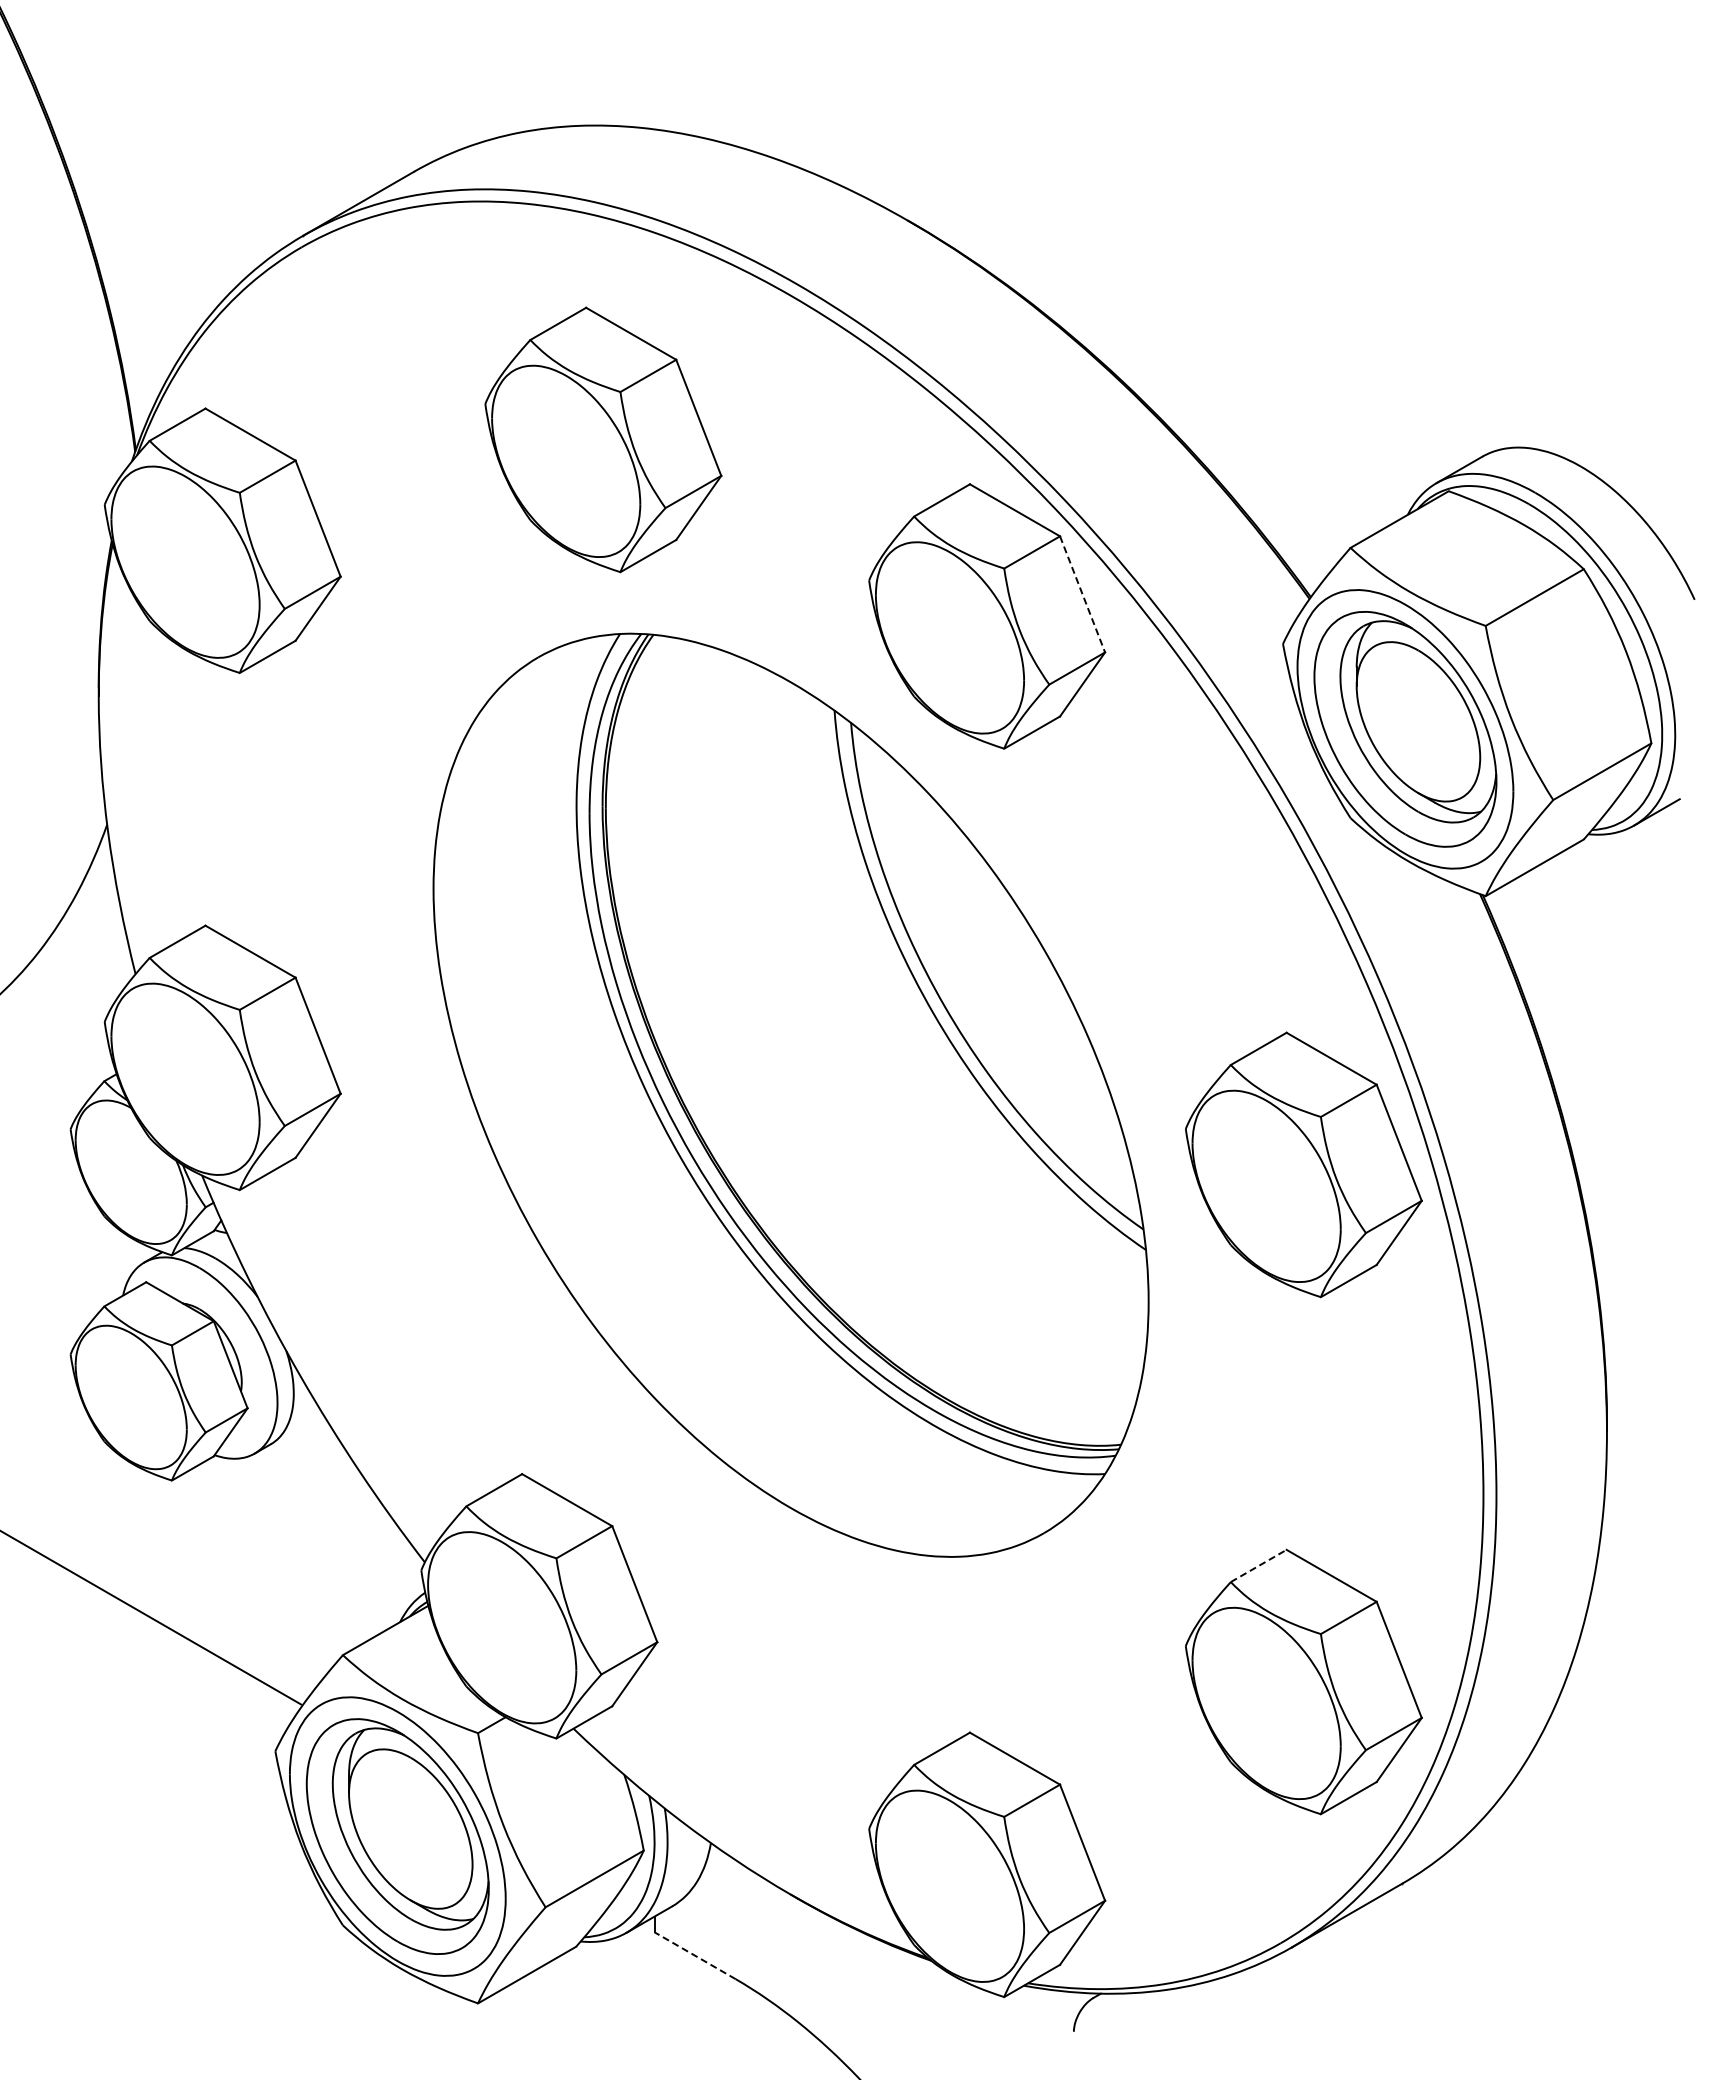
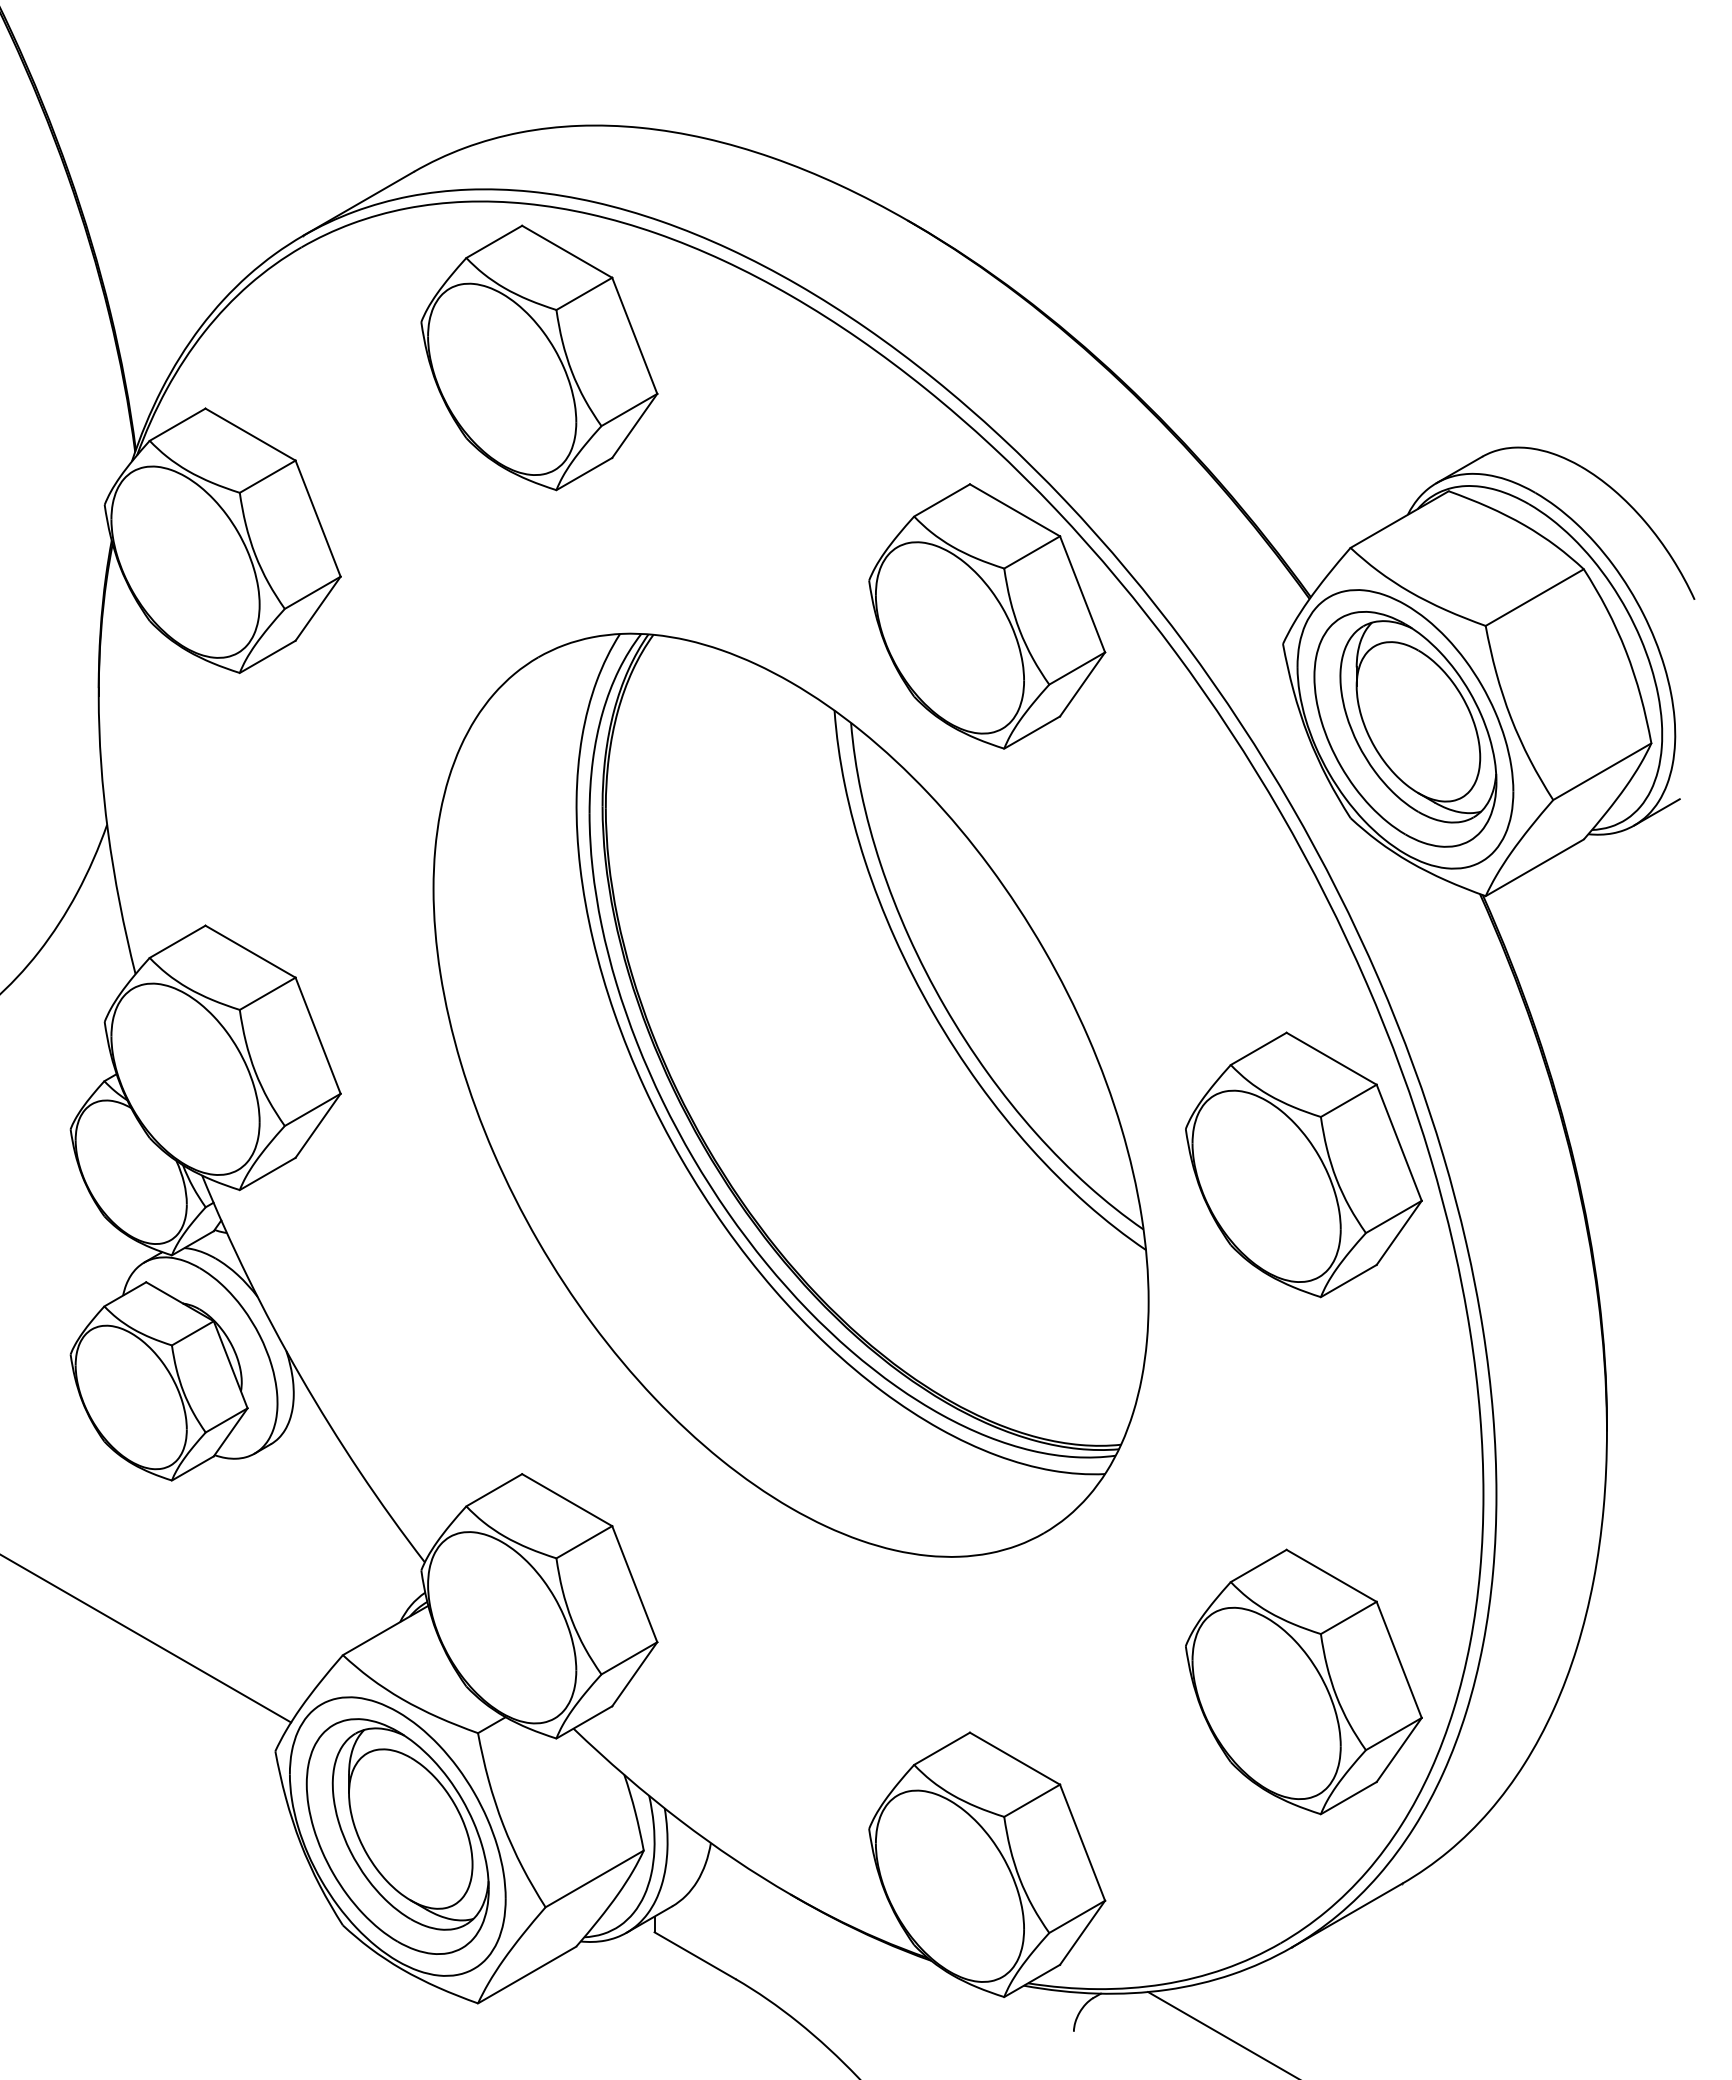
part at (603, 439) position: (603, 439) -> (539, 357)
line at (1082, 594): dashed -> solid
line at (1259, 1565): dashed -> solid
line at (151, 1617) position: (151, 1617) -> (146, 1638)
line at (695, 1955): dashed -> solid
line at (1221, 2034): none -> present
